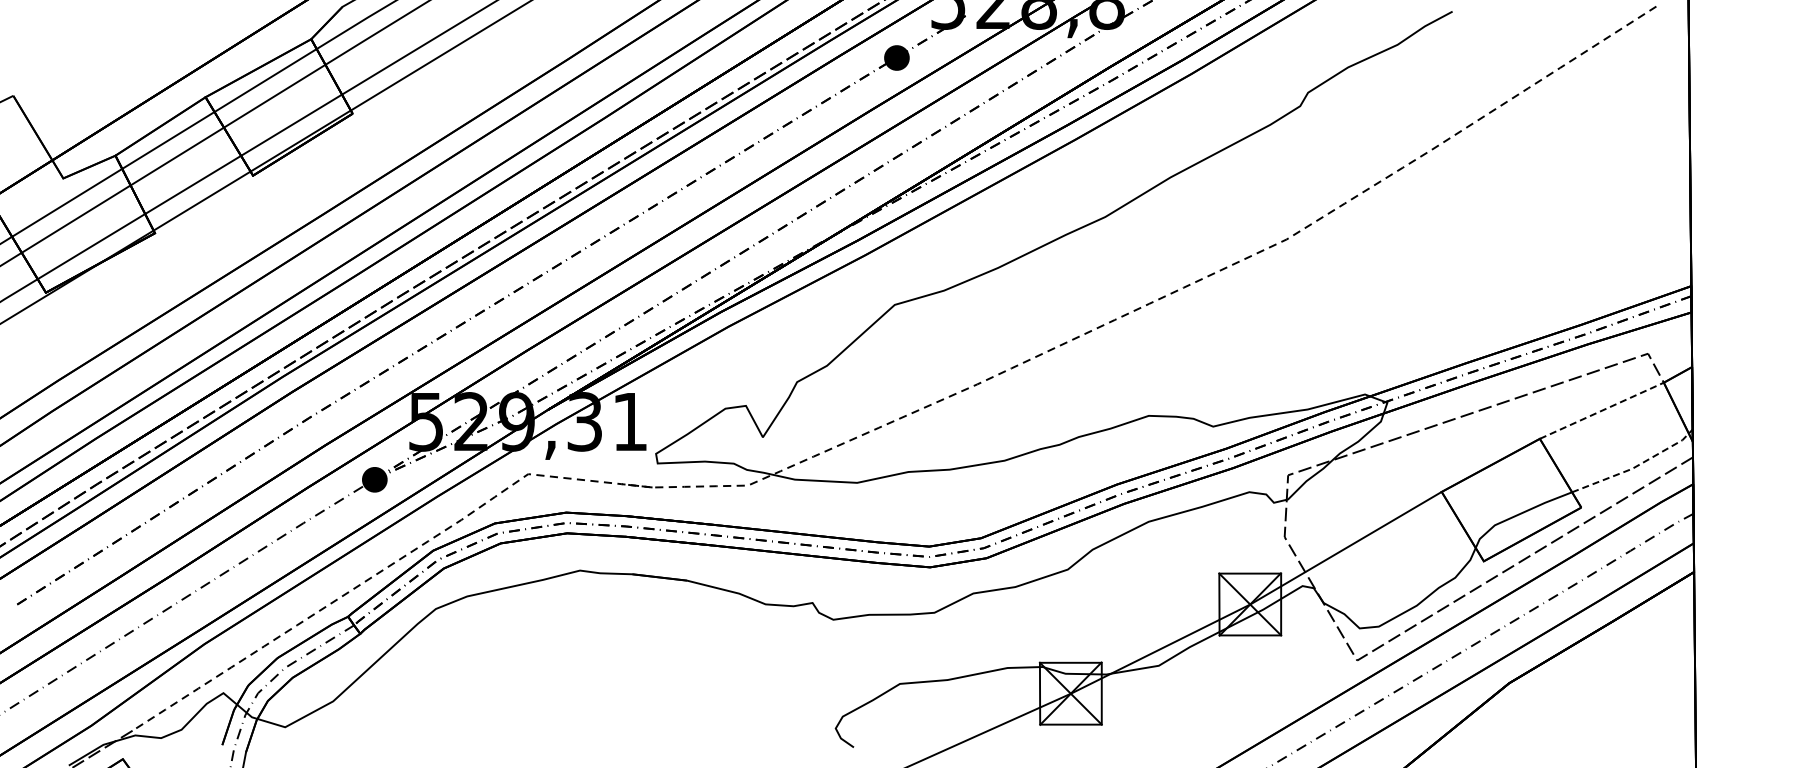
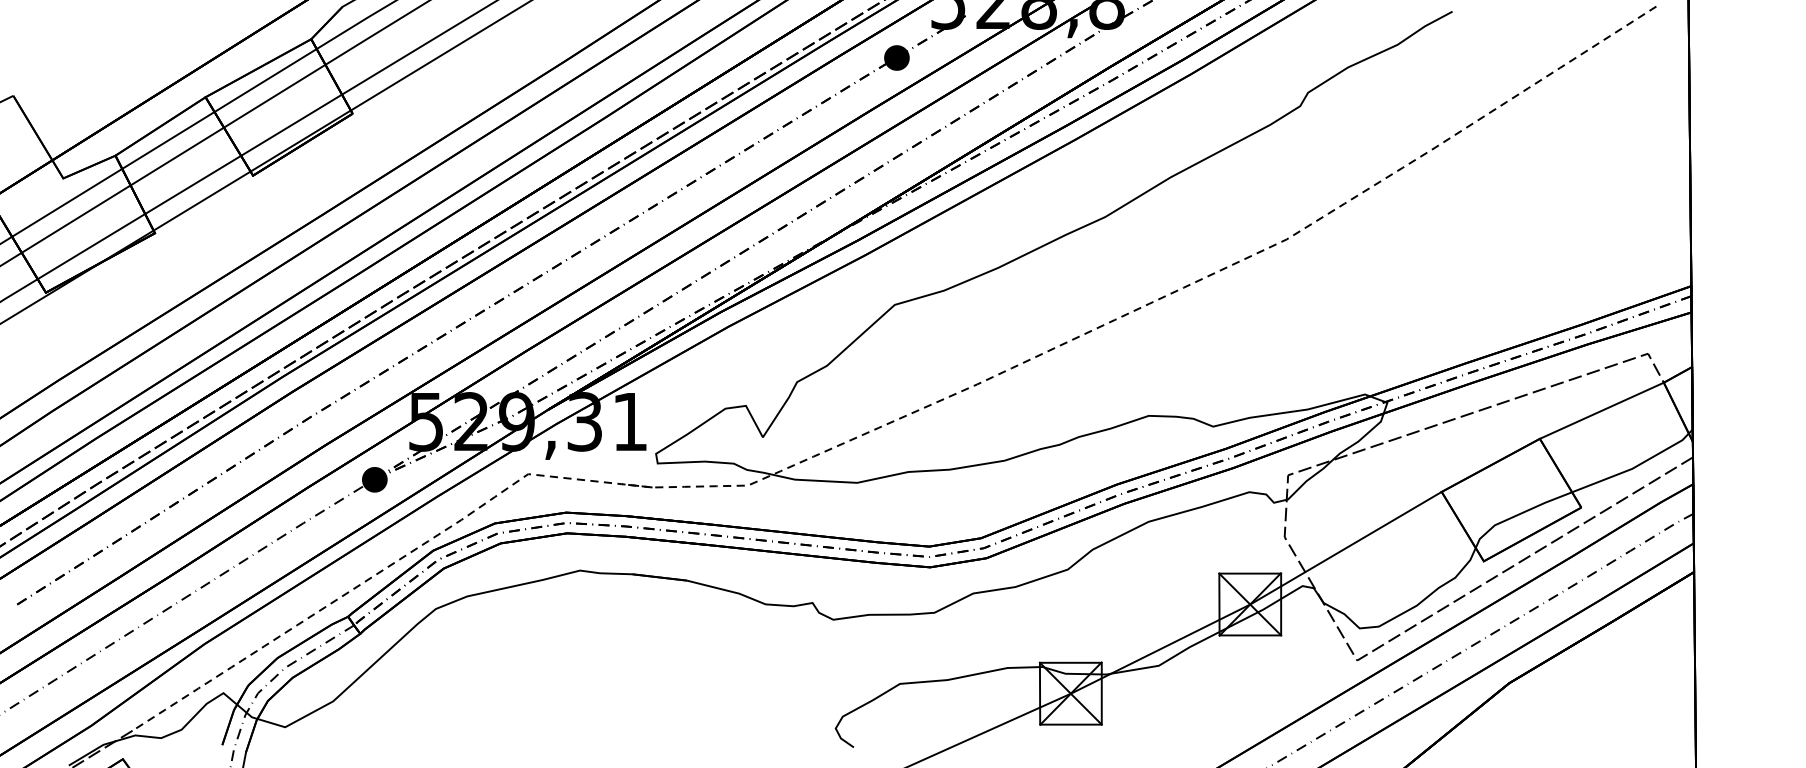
line at (1602, 410): dashed -> solid
line at (1634, 467): dashed -> solid
